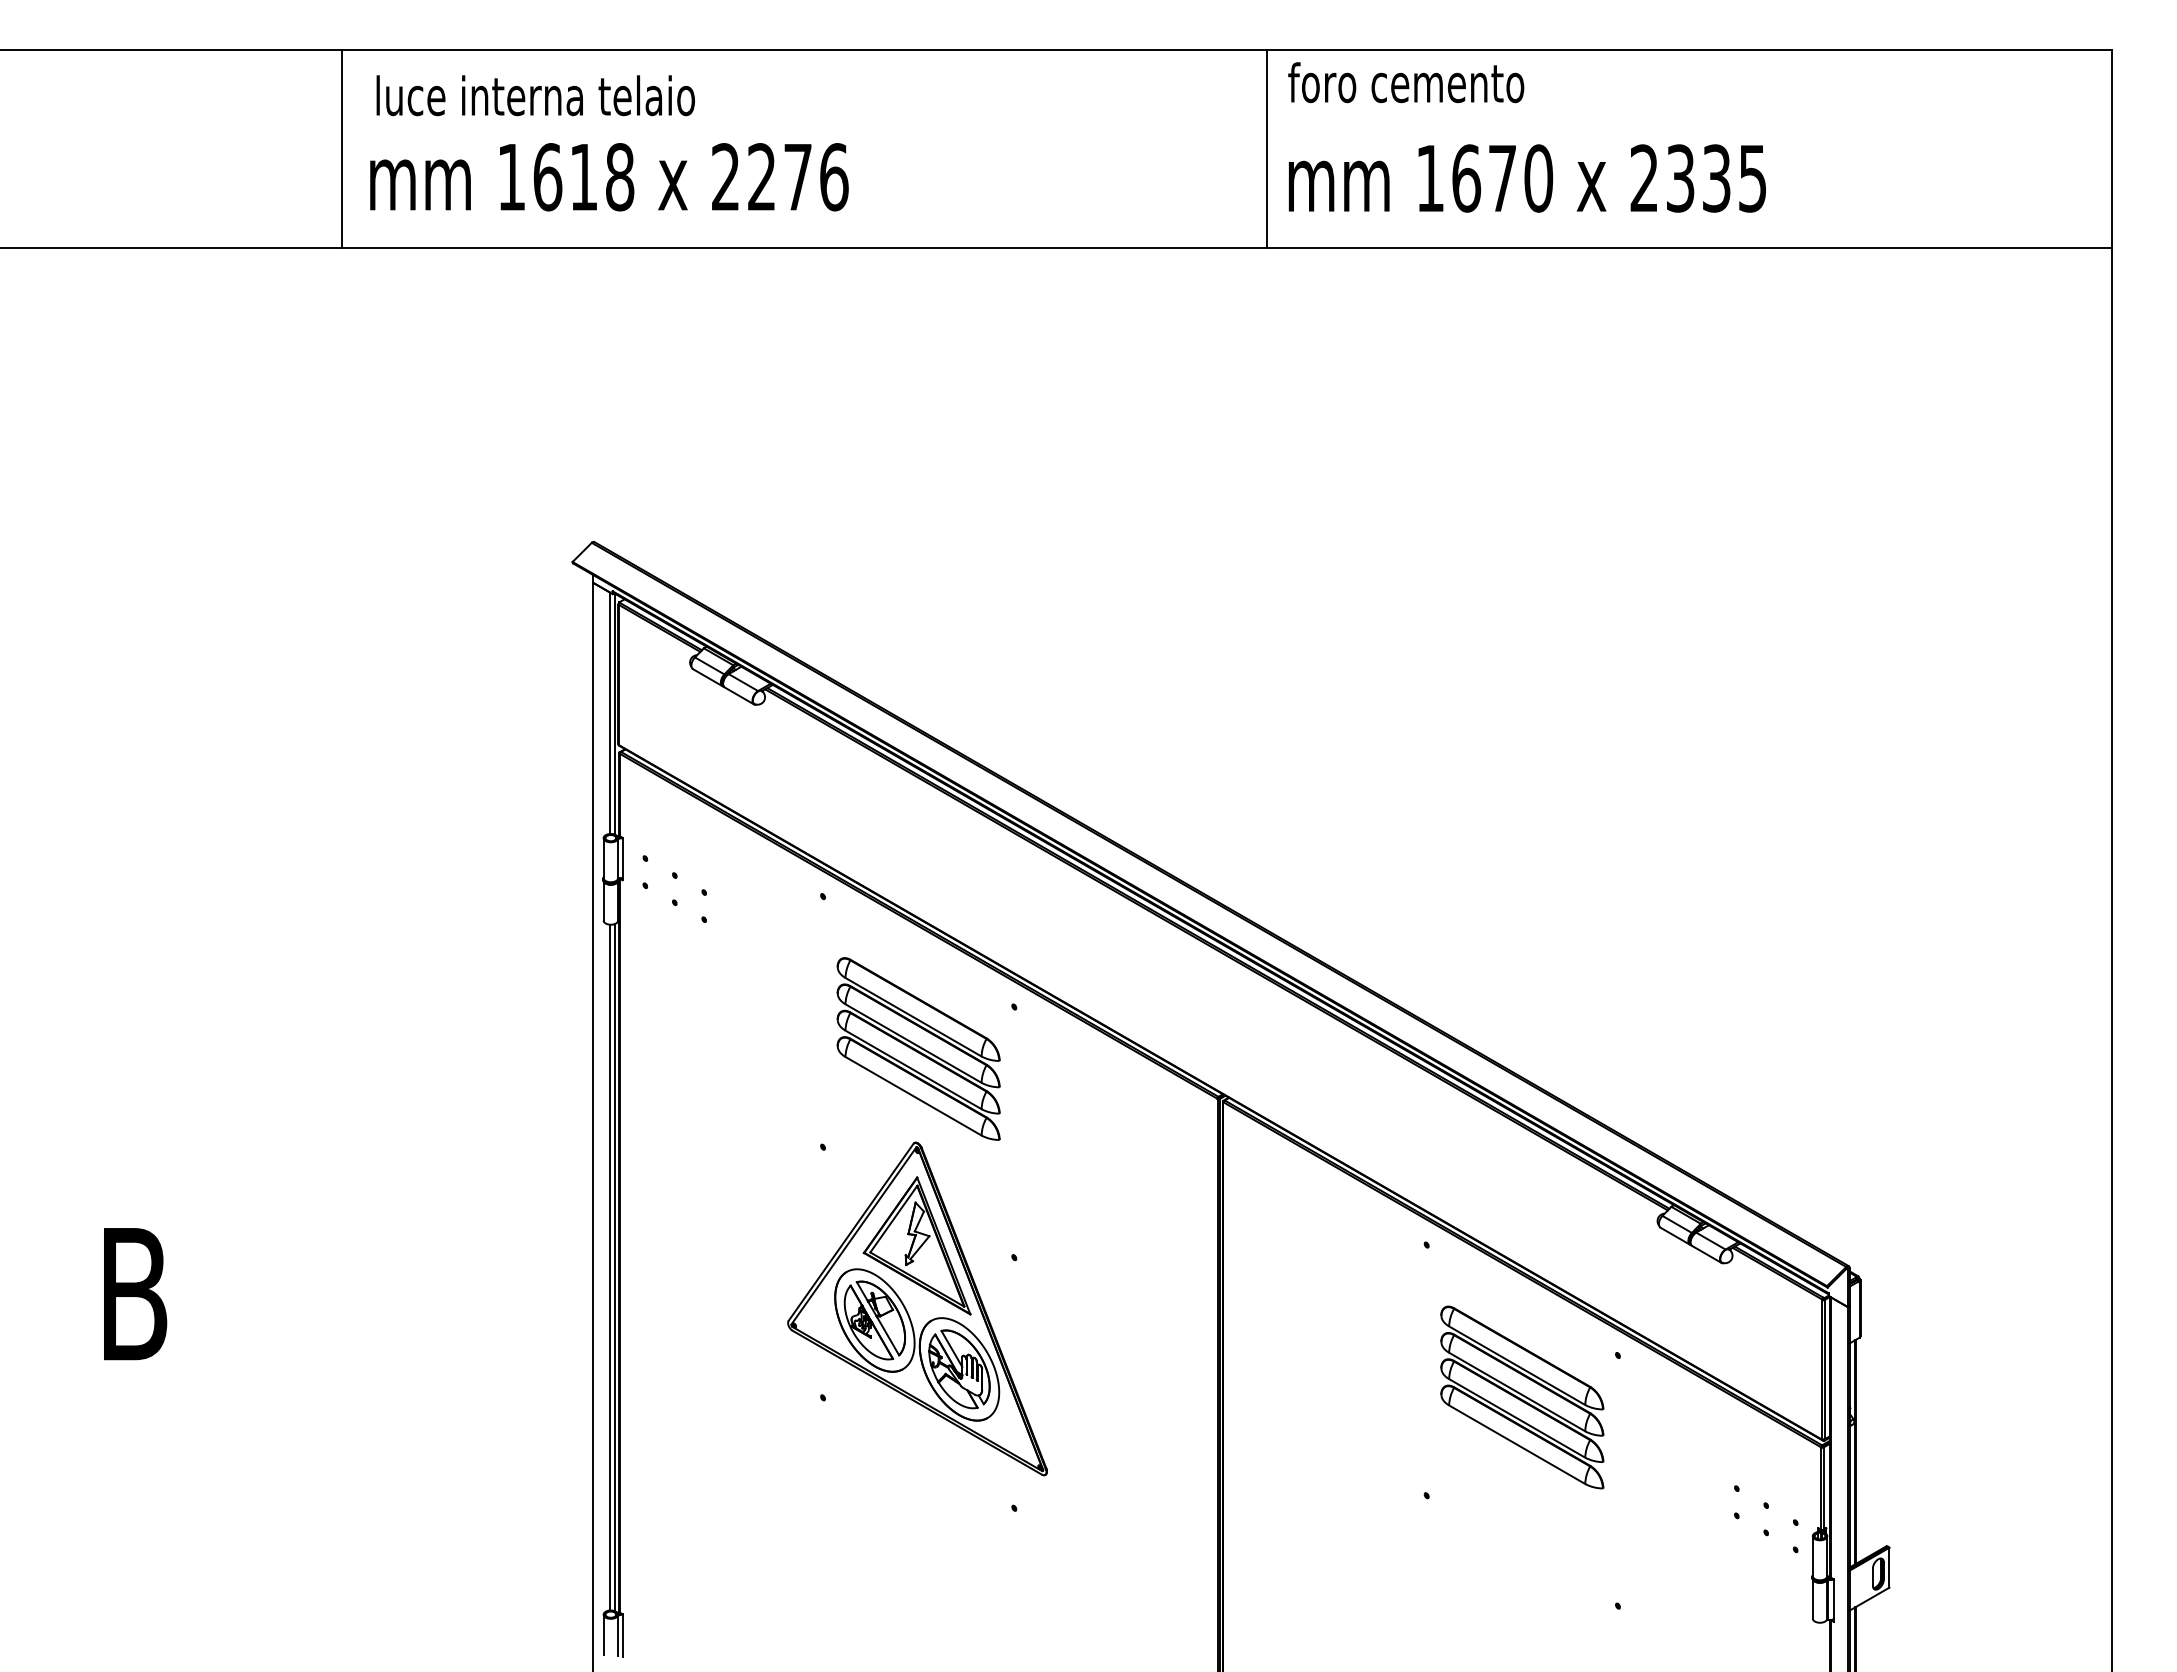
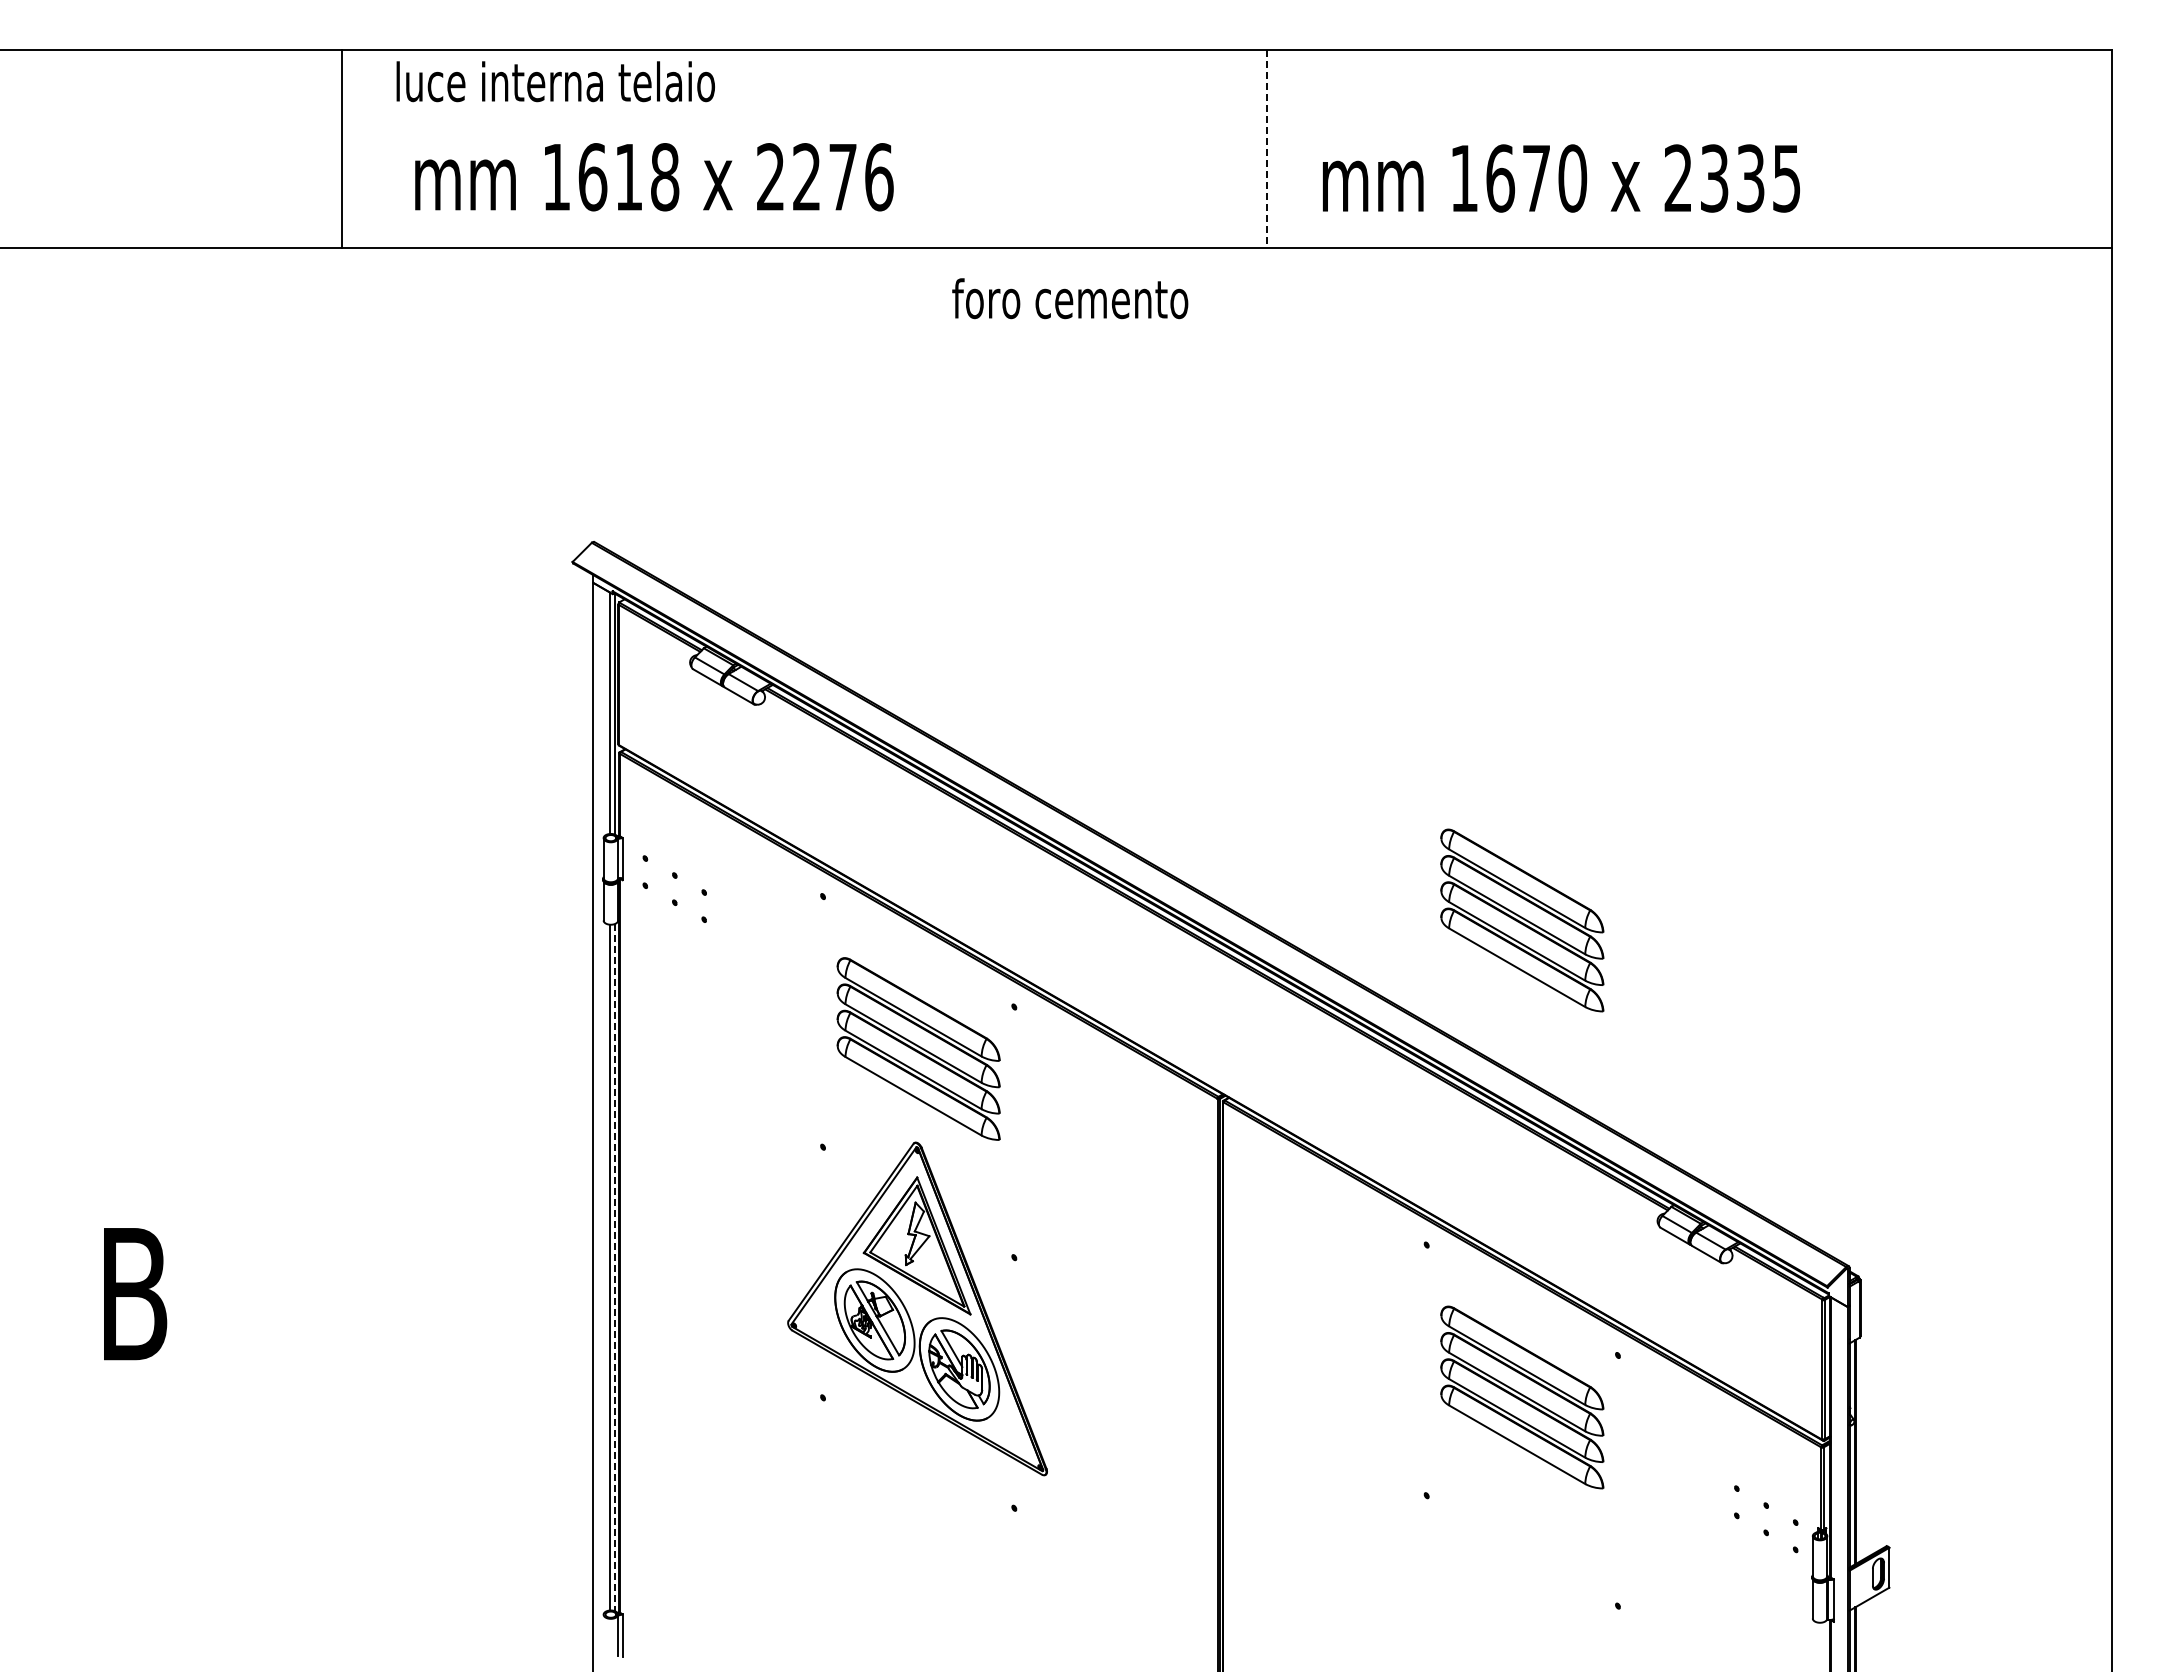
text at (1406, 82) position: (1406, 82) -> (1070, 298)
text at (535, 95) position: (535, 95) -> (555, 81)
line at (1267, 148): solid -> dashed
text at (609, 177) position: (609, 177) -> (654, 177)
text at (1527, 178) position: (1527, 178) -> (1561, 178)
part at (1522, 920): none -> present
line at (614, 1267): solid -> dashed
line at (603, 1634): present -> none
